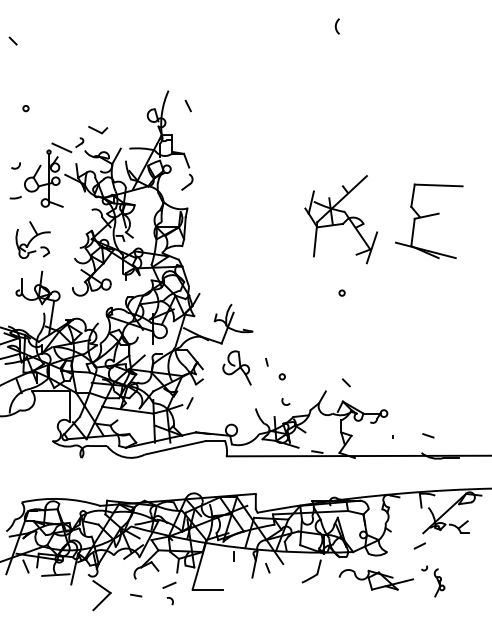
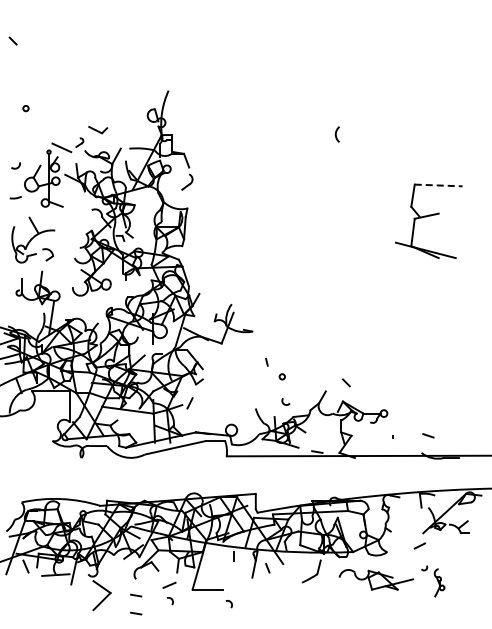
arc at (336, 26) position: (336, 26) -> (336, 134)
line at (187, 106): present -> none
line at (438, 185): solid -> dashed
part at (341, 219): present -> none
part at (32, 239) size: 36x38 px -> 45x48 px
circle at (341, 292): present -> none
part at (236, 367): present -> none
arc at (229, 602): none -> present
line at (136, 613): none -> present
